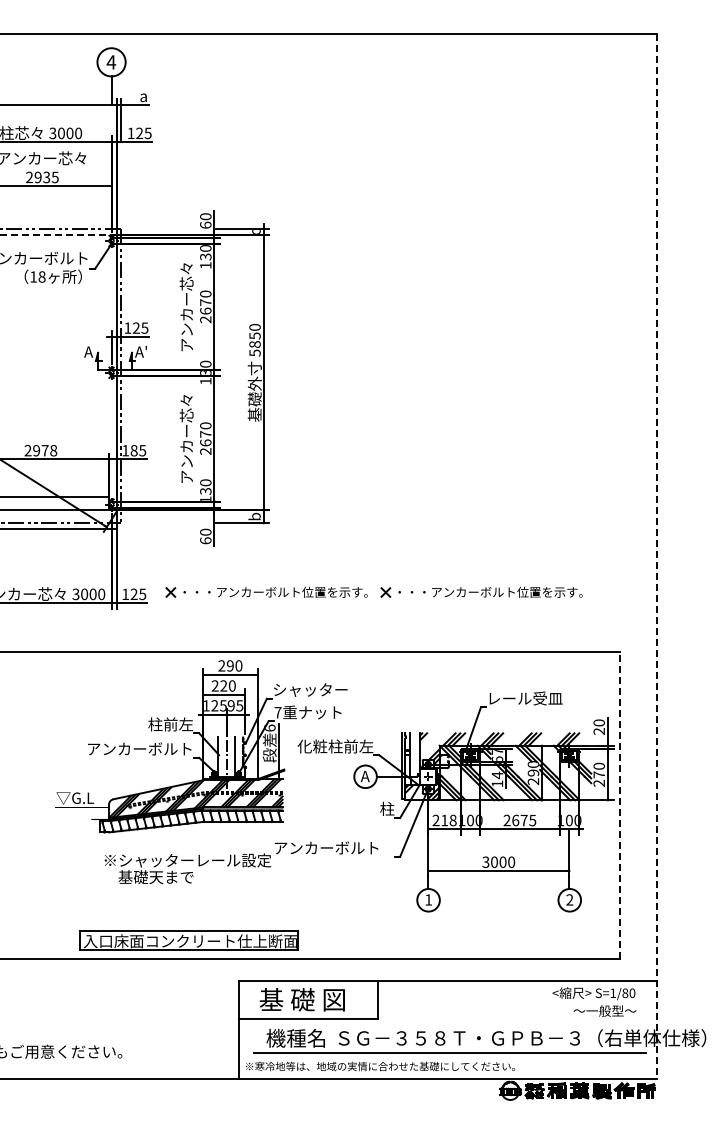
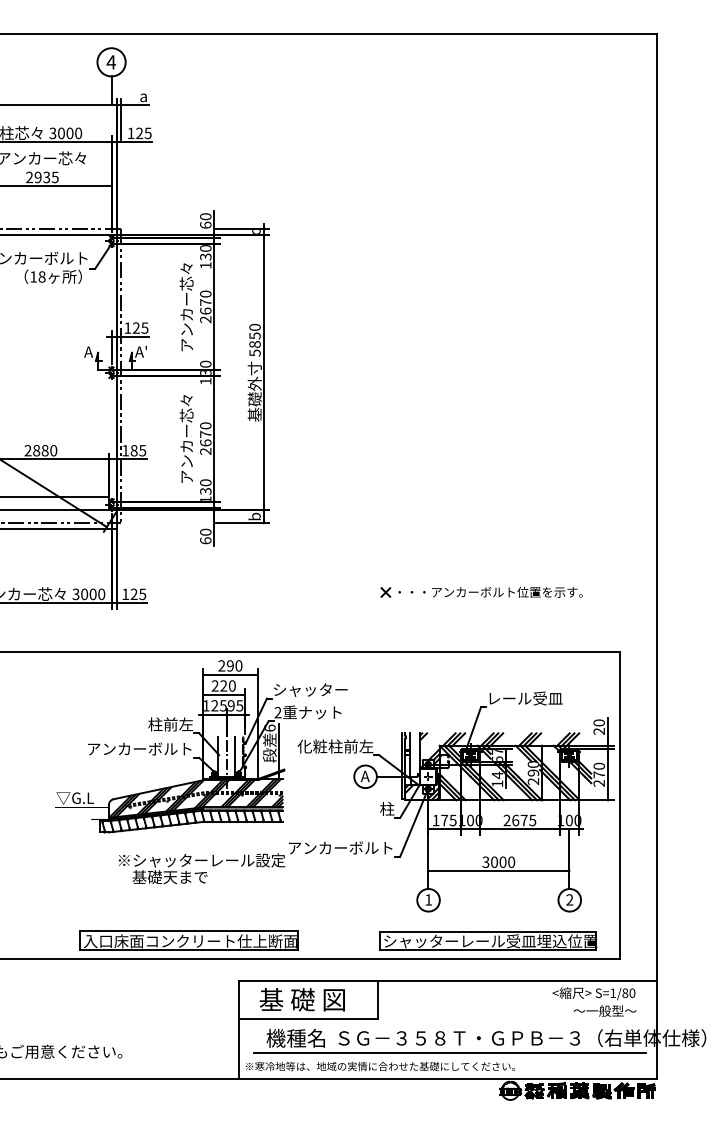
line at (58, 235): dashed -> solid
text at (45, 450): 2978 -> 2880
line at (656, 556): dashed -> solid
part at (266, 591): present -> none
text at (277, 712): 7 -> 2
line at (619, 805): dashed -> solid
text at (444, 820): 218 -> 175
text at (241, 862) position: (241, 862) -> (255, 862)
part at (488, 940): none -> present
